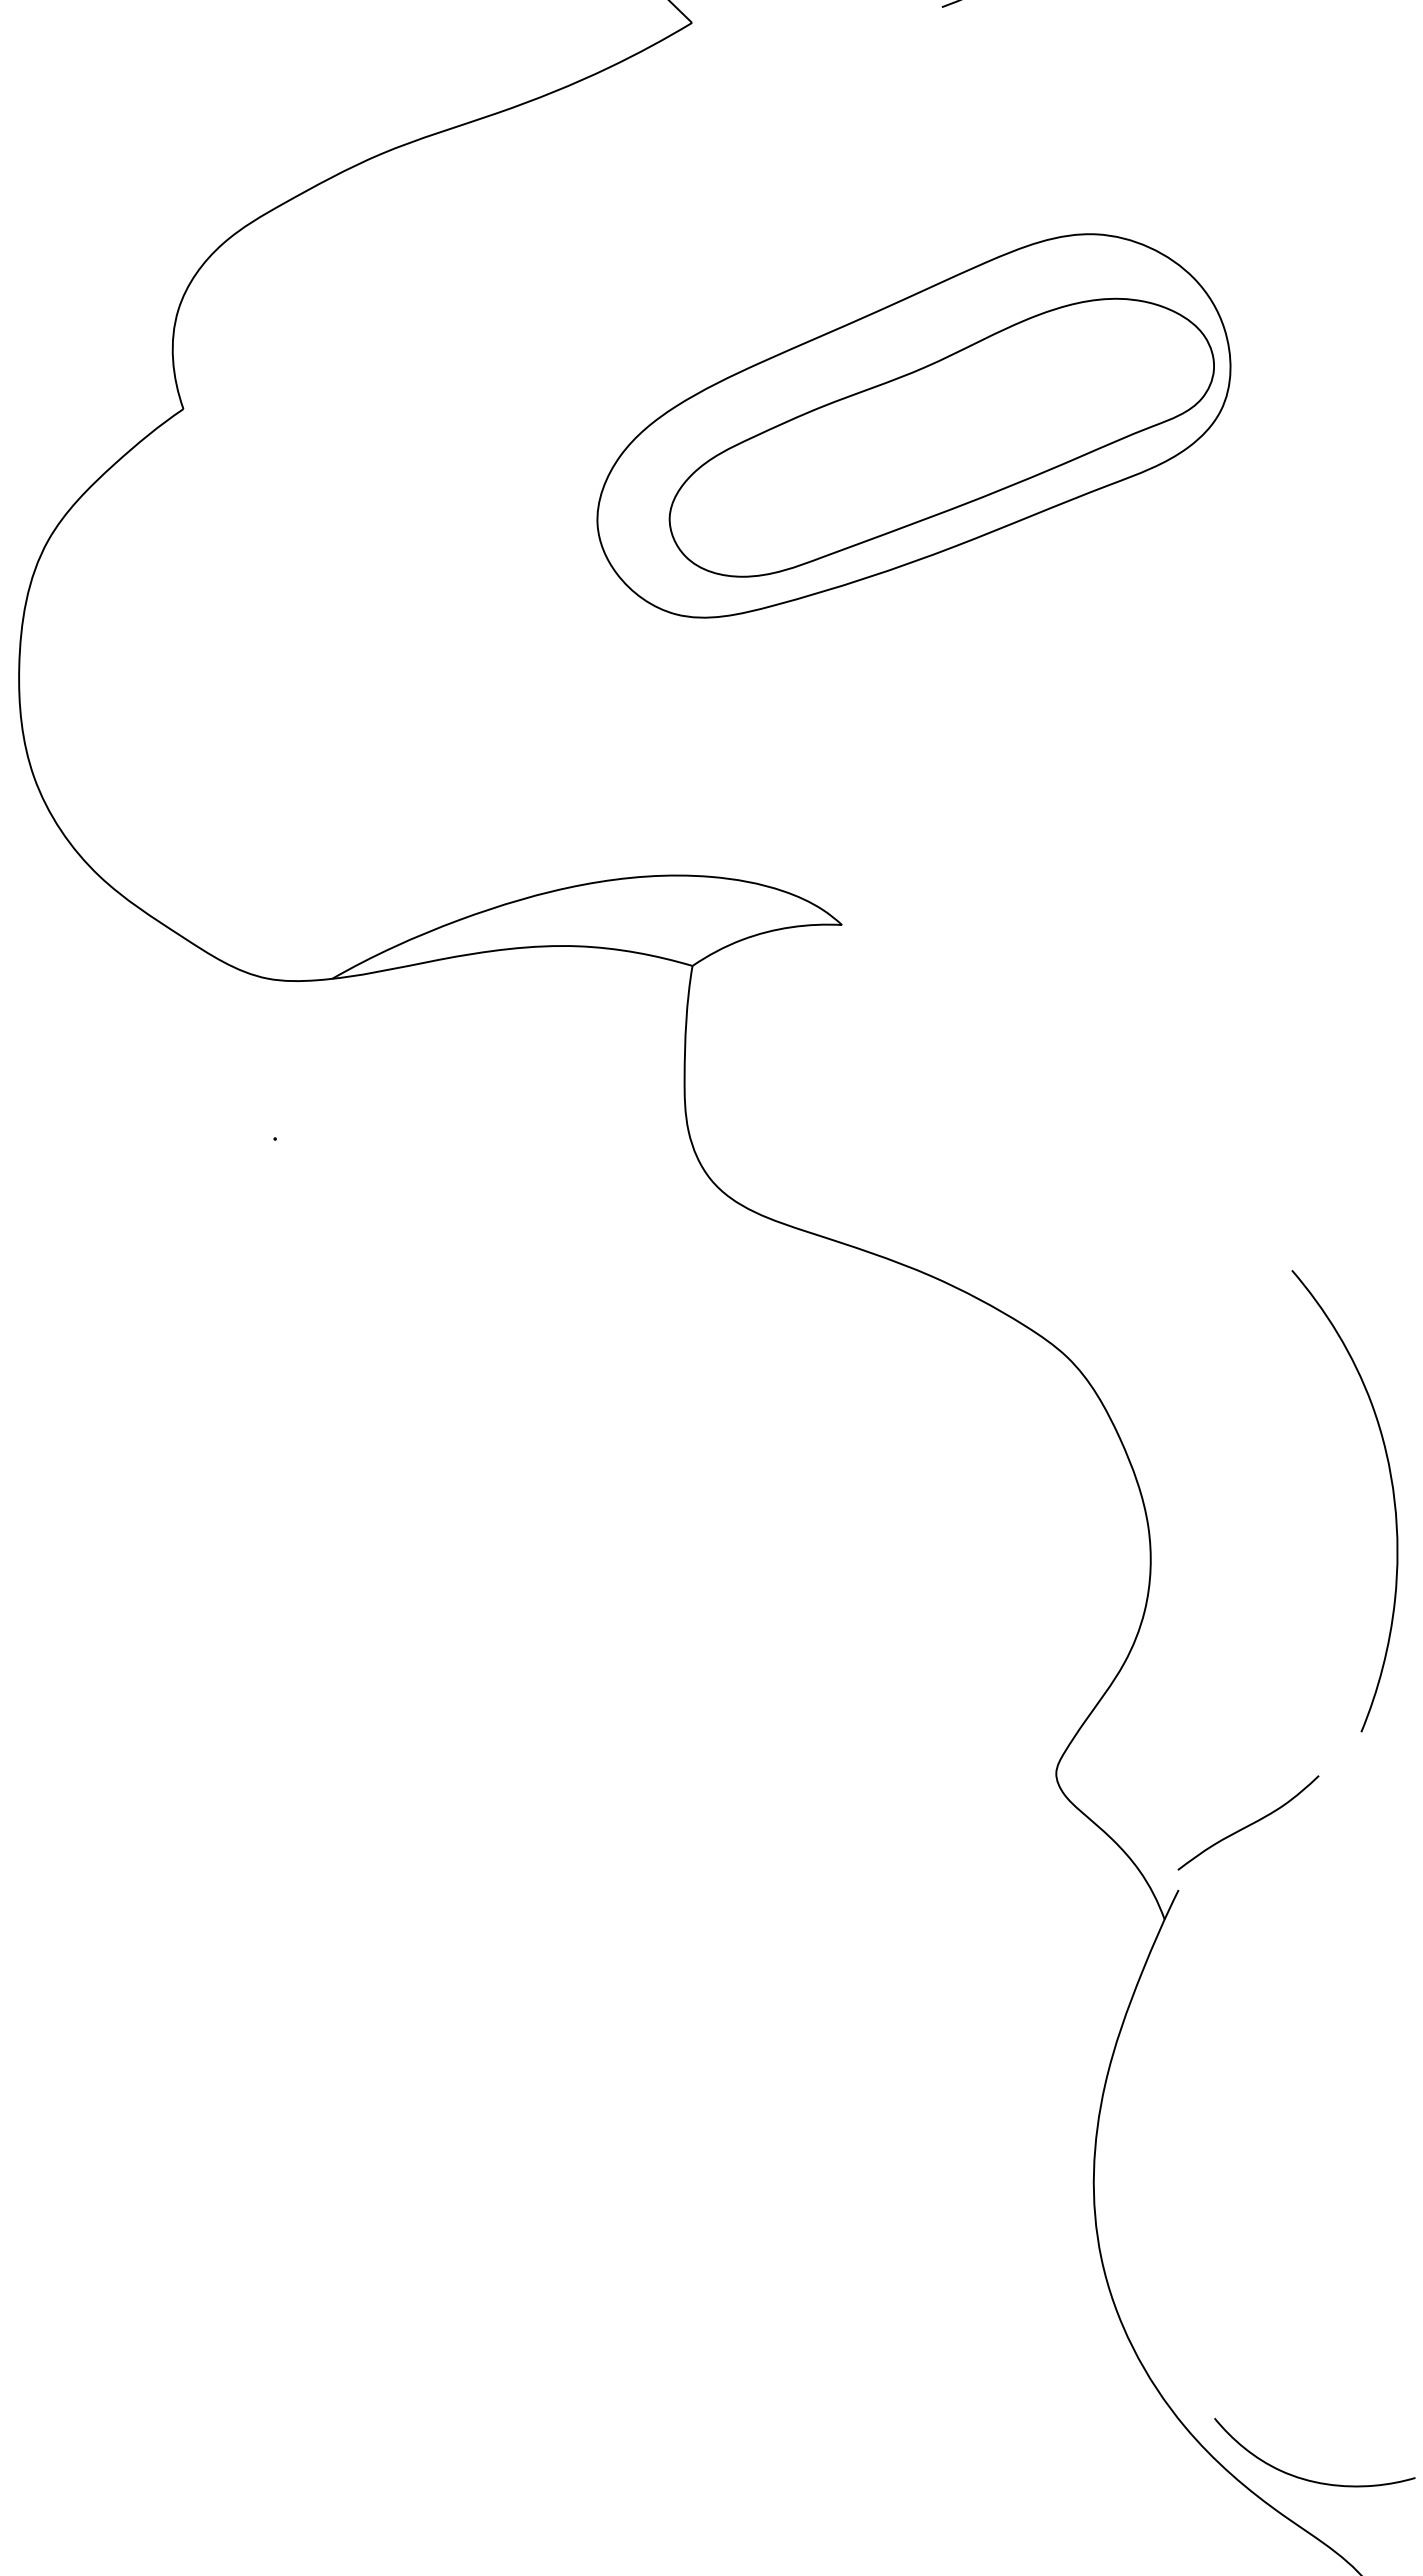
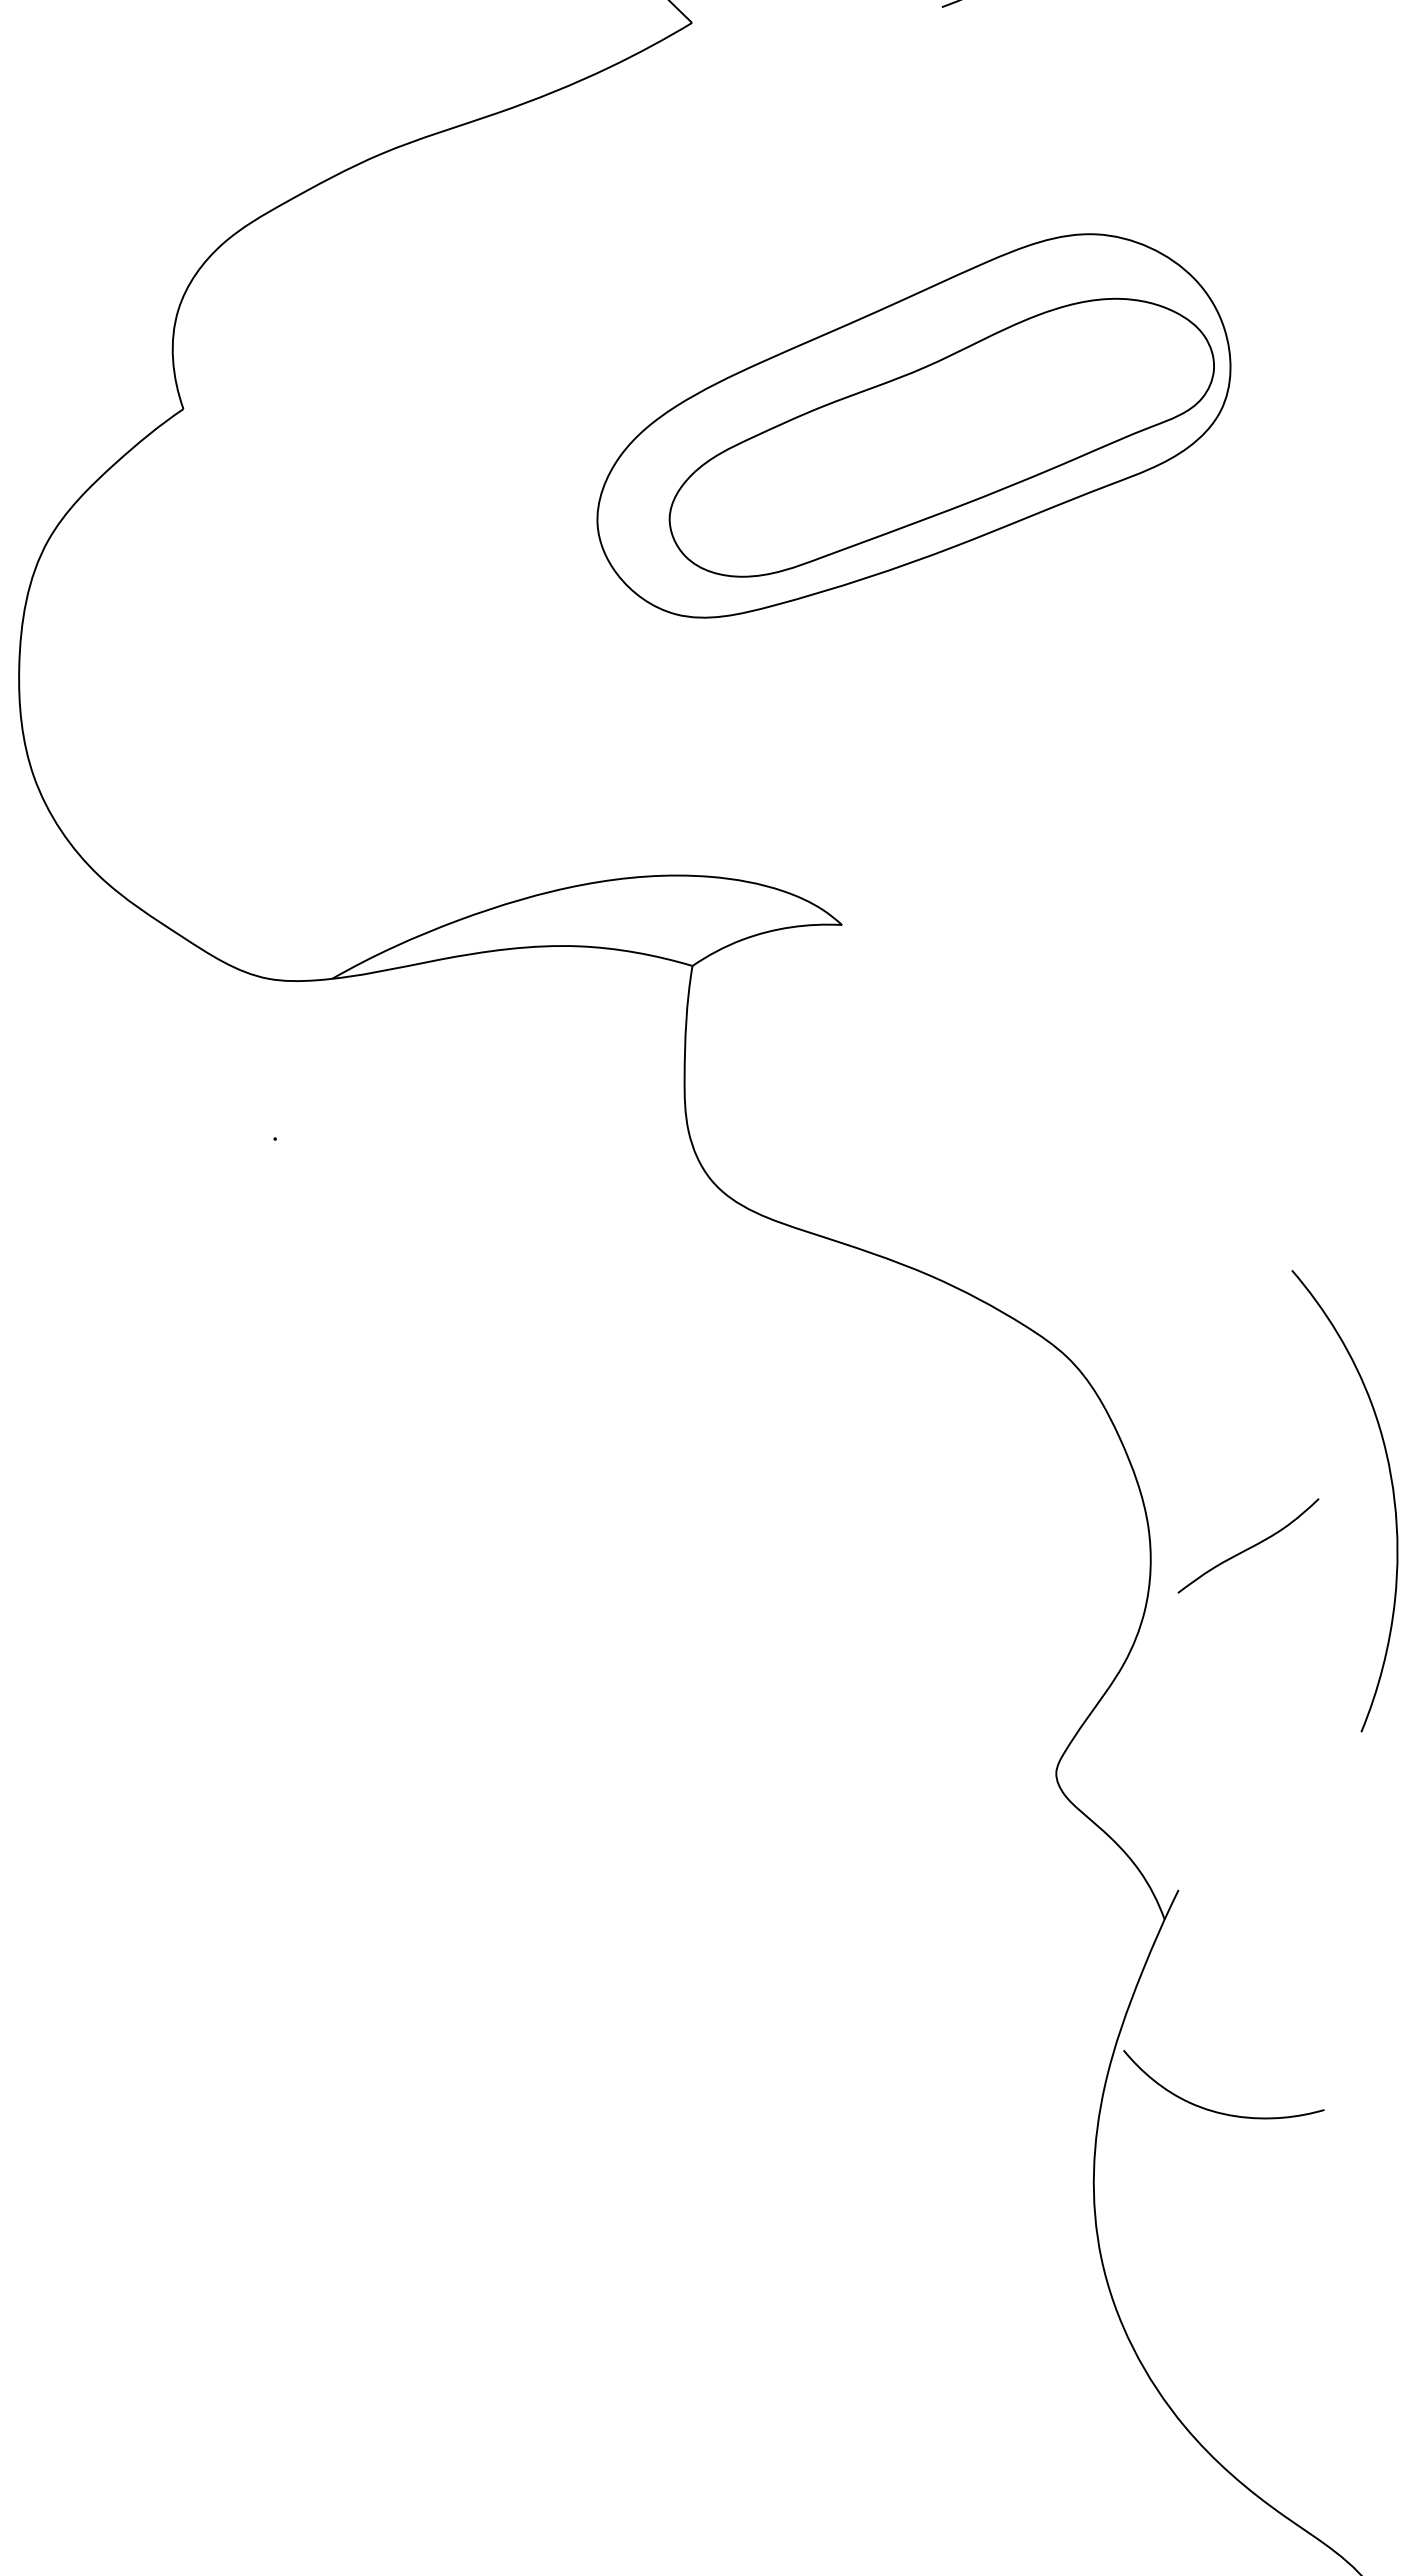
curve at (1248, 1824) position: (1248, 1824) -> (1248, 1547)
curve at (1309, 2479) position: (1309, 2479) -> (1218, 2111)
